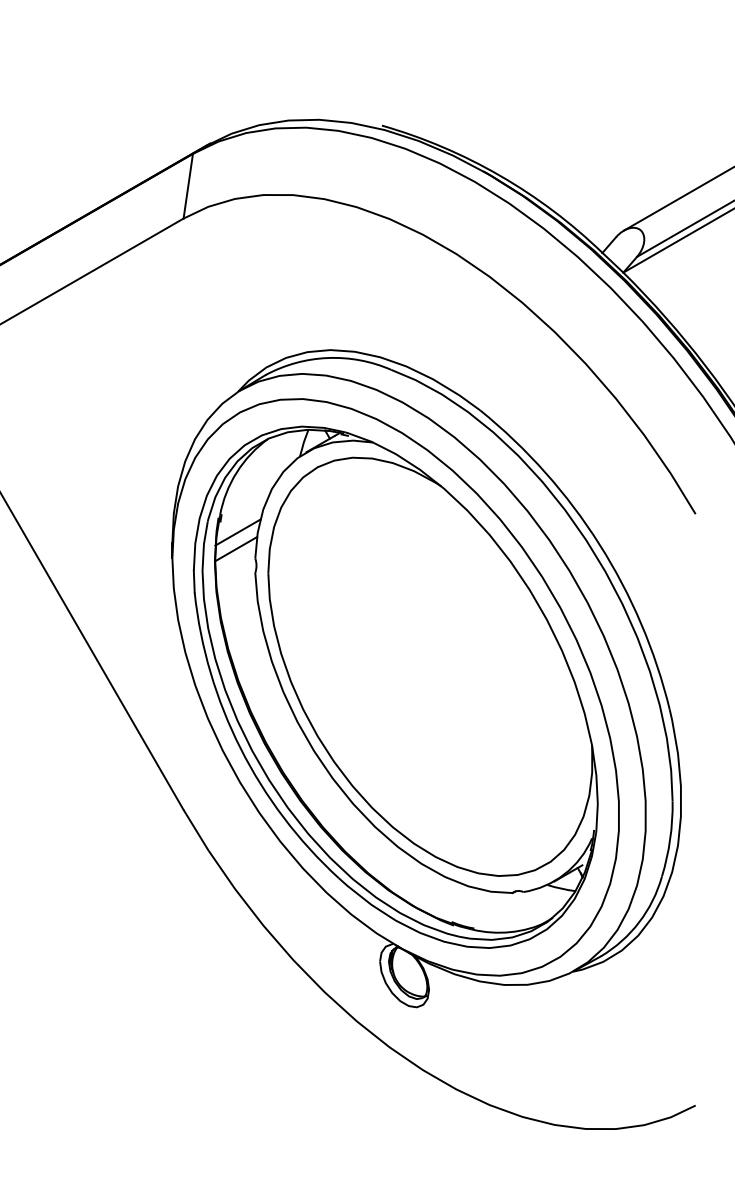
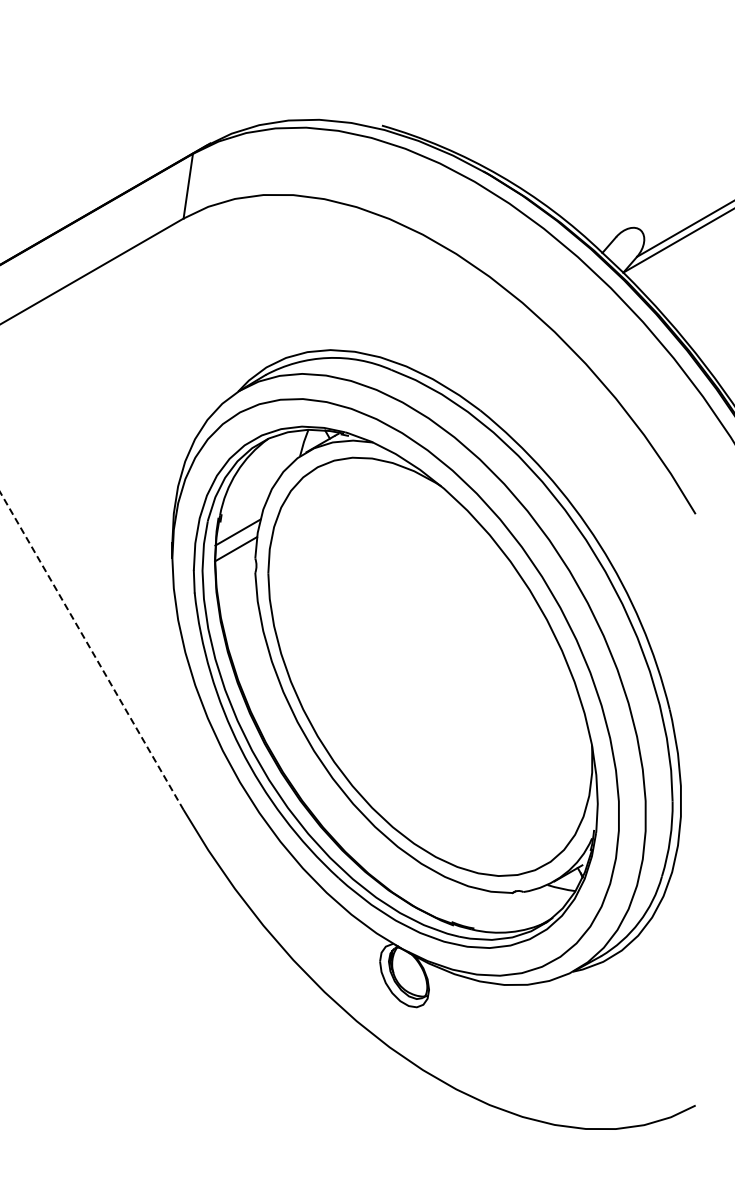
line at (677, 199): present -> none
line at (92, 651): solid -> dashed
